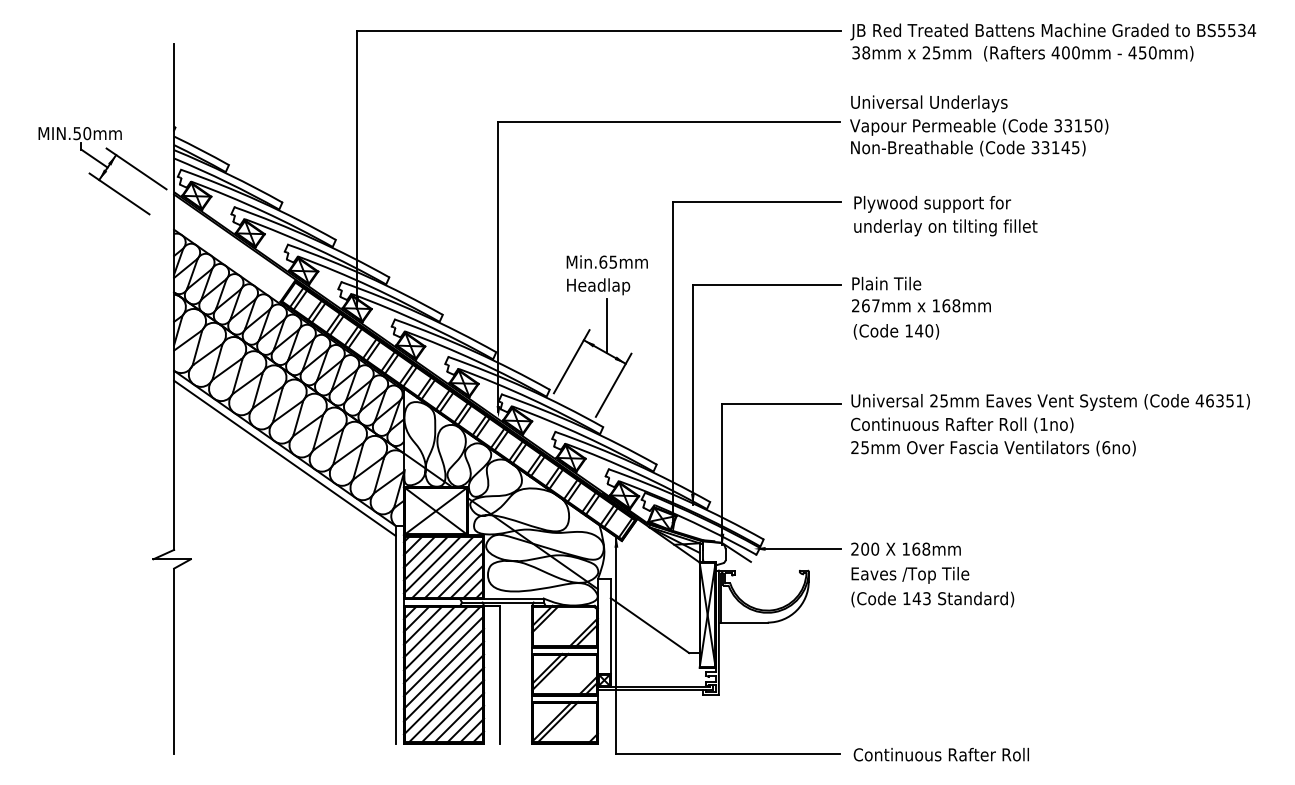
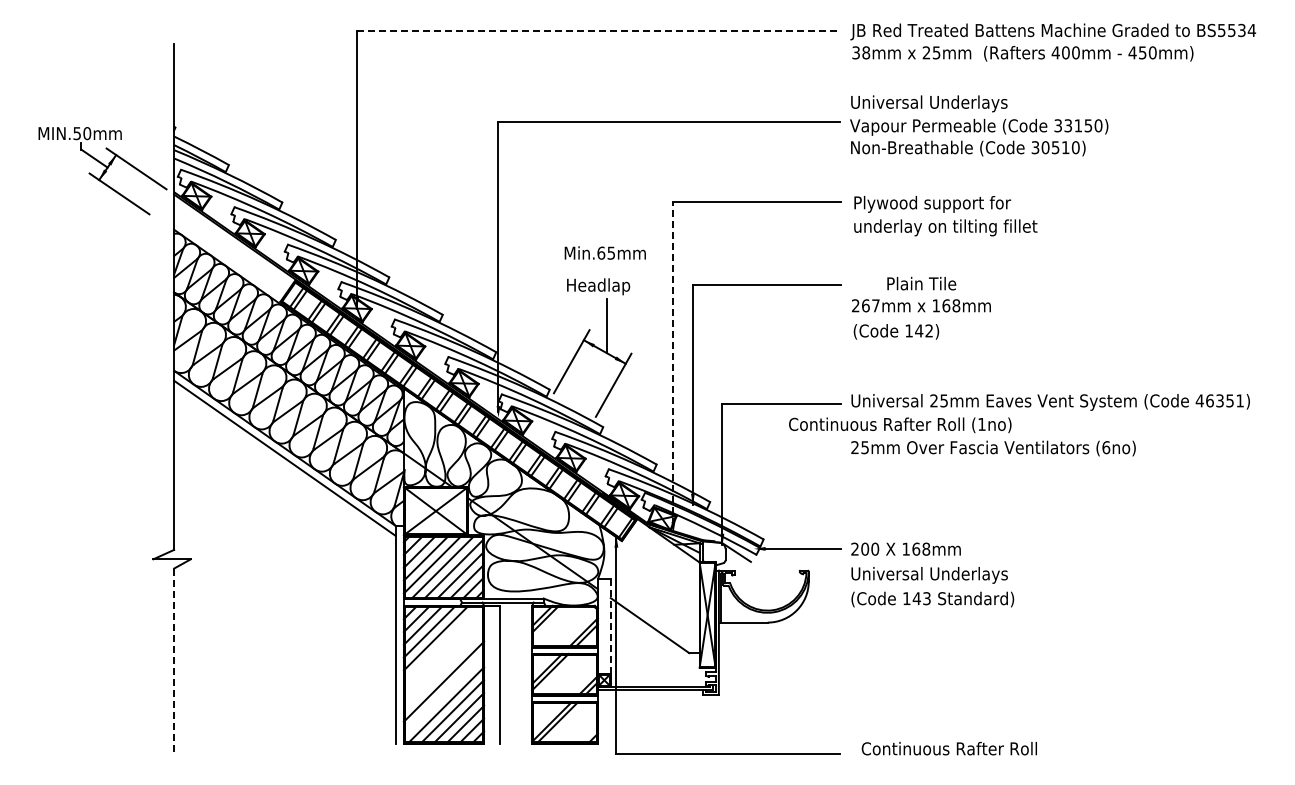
line at (598, 31): solid -> dashed
text at (1060, 147): 33145) -> 30510)
text at (606, 261) position: (606, 261) -> (604, 252)
text at (886, 283) position: (886, 283) -> (921, 283)
text at (929, 330): 140) -> 142)
line at (673, 363): solid -> dashed
text at (962, 425) position: (962, 425) -> (900, 425)
text at (929, 575): Eaves /Top Tile -> Universal Underlays
line at (610, 625): solid -> dashed
line at (441, 644): present -> none
line at (443, 656): present -> none
line at (174, 661): solid -> dashed
line at (443, 668): present -> none
line at (443, 694): present -> none
text at (940, 754) position: (940, 754) -> (948, 748)
